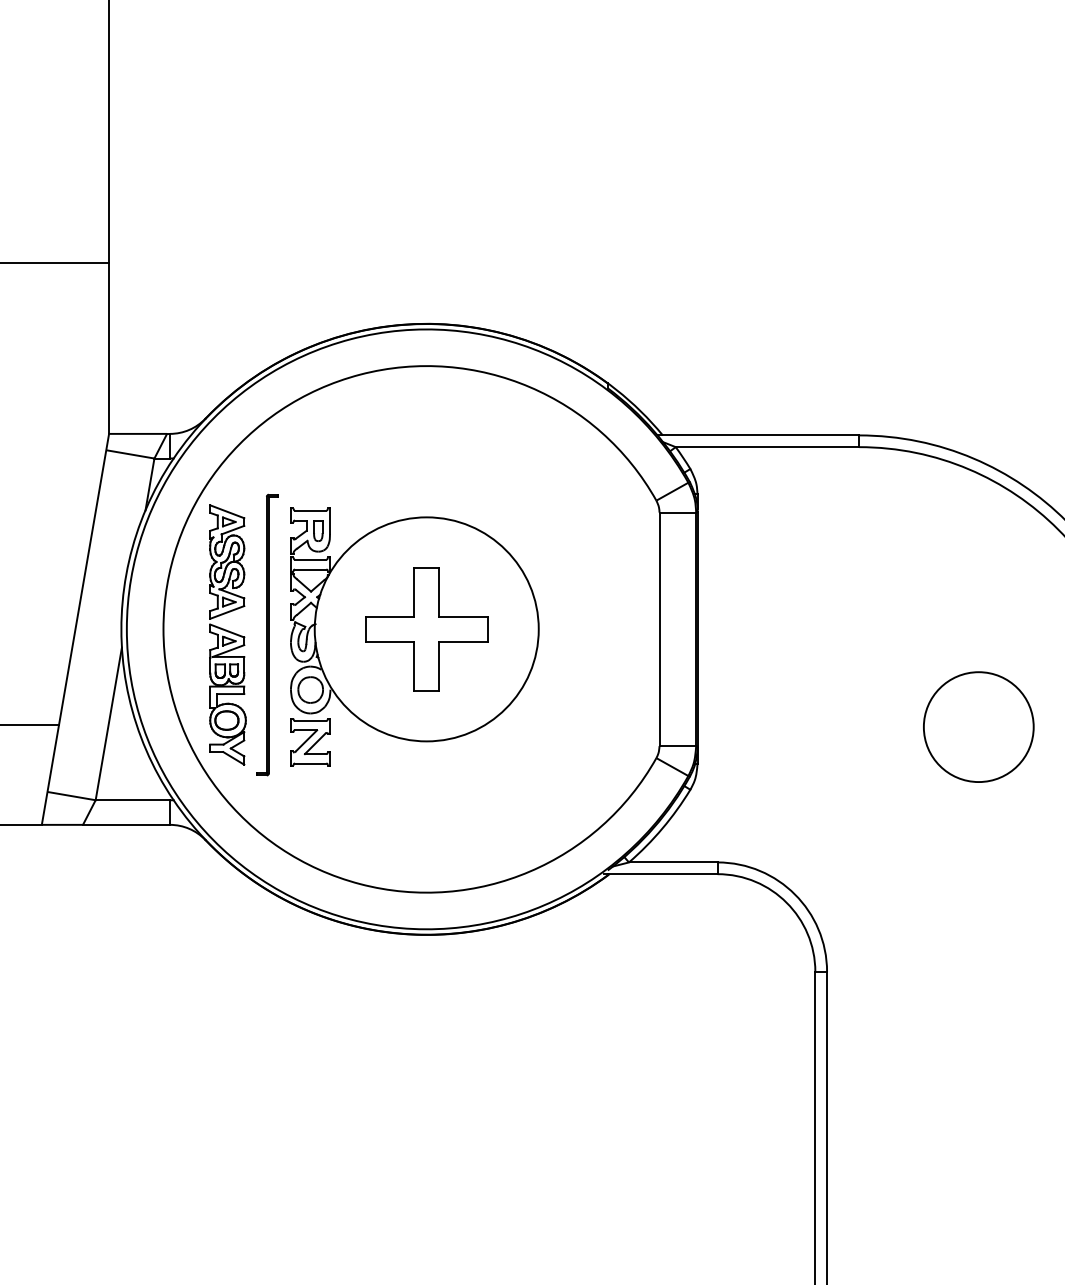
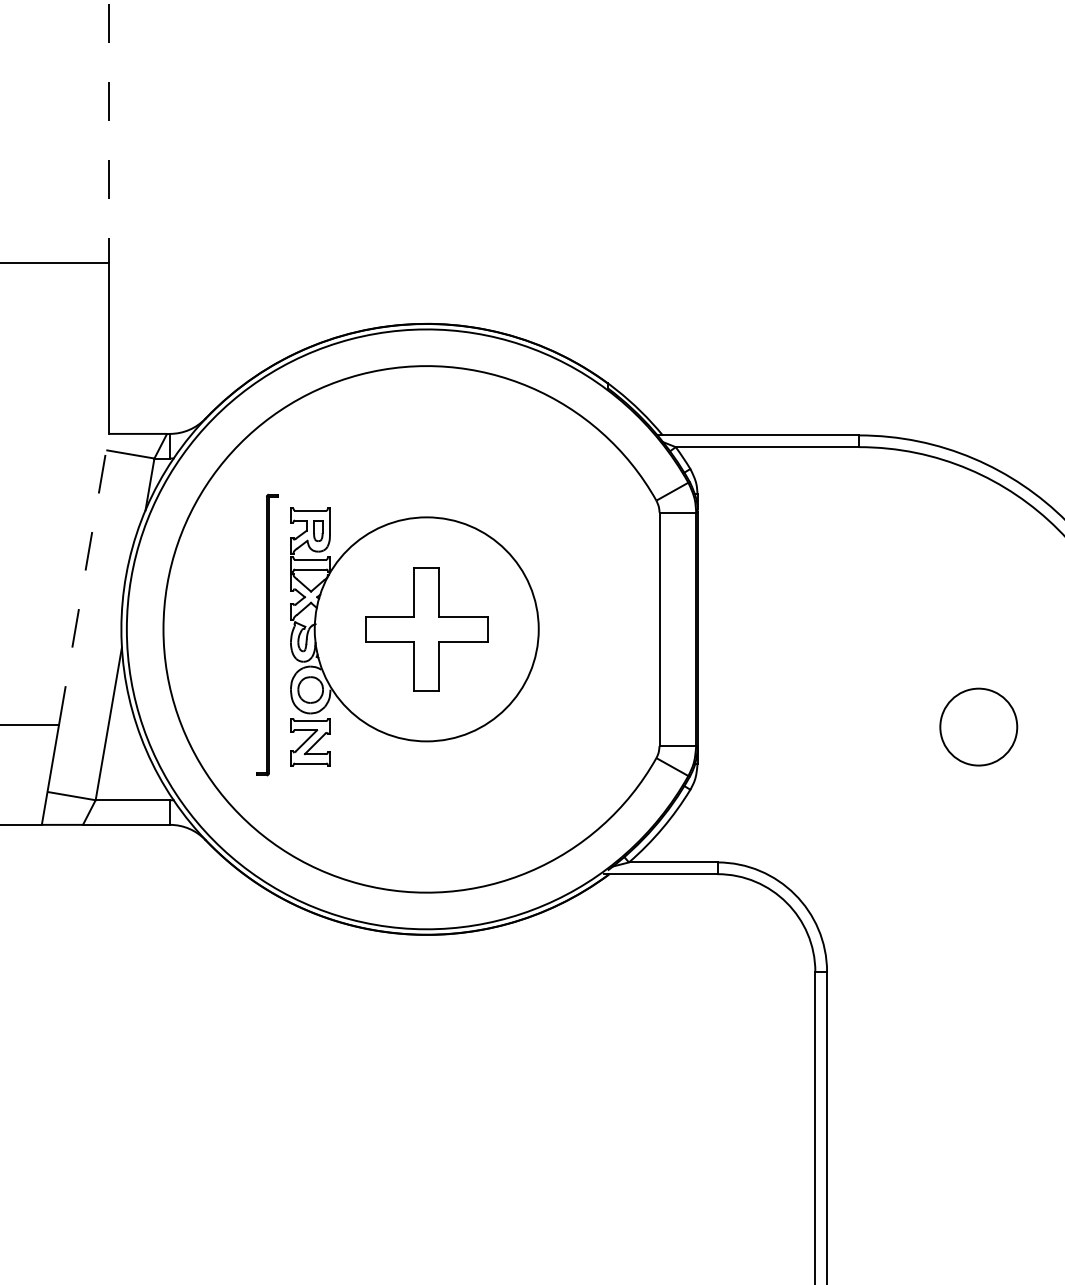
line at (109, 132): solid -> dashed
line at (84, 579): solid -> dashed
part at (227, 634): present -> none
circle at (978, 727) diameter: 110 px -> 77 px
